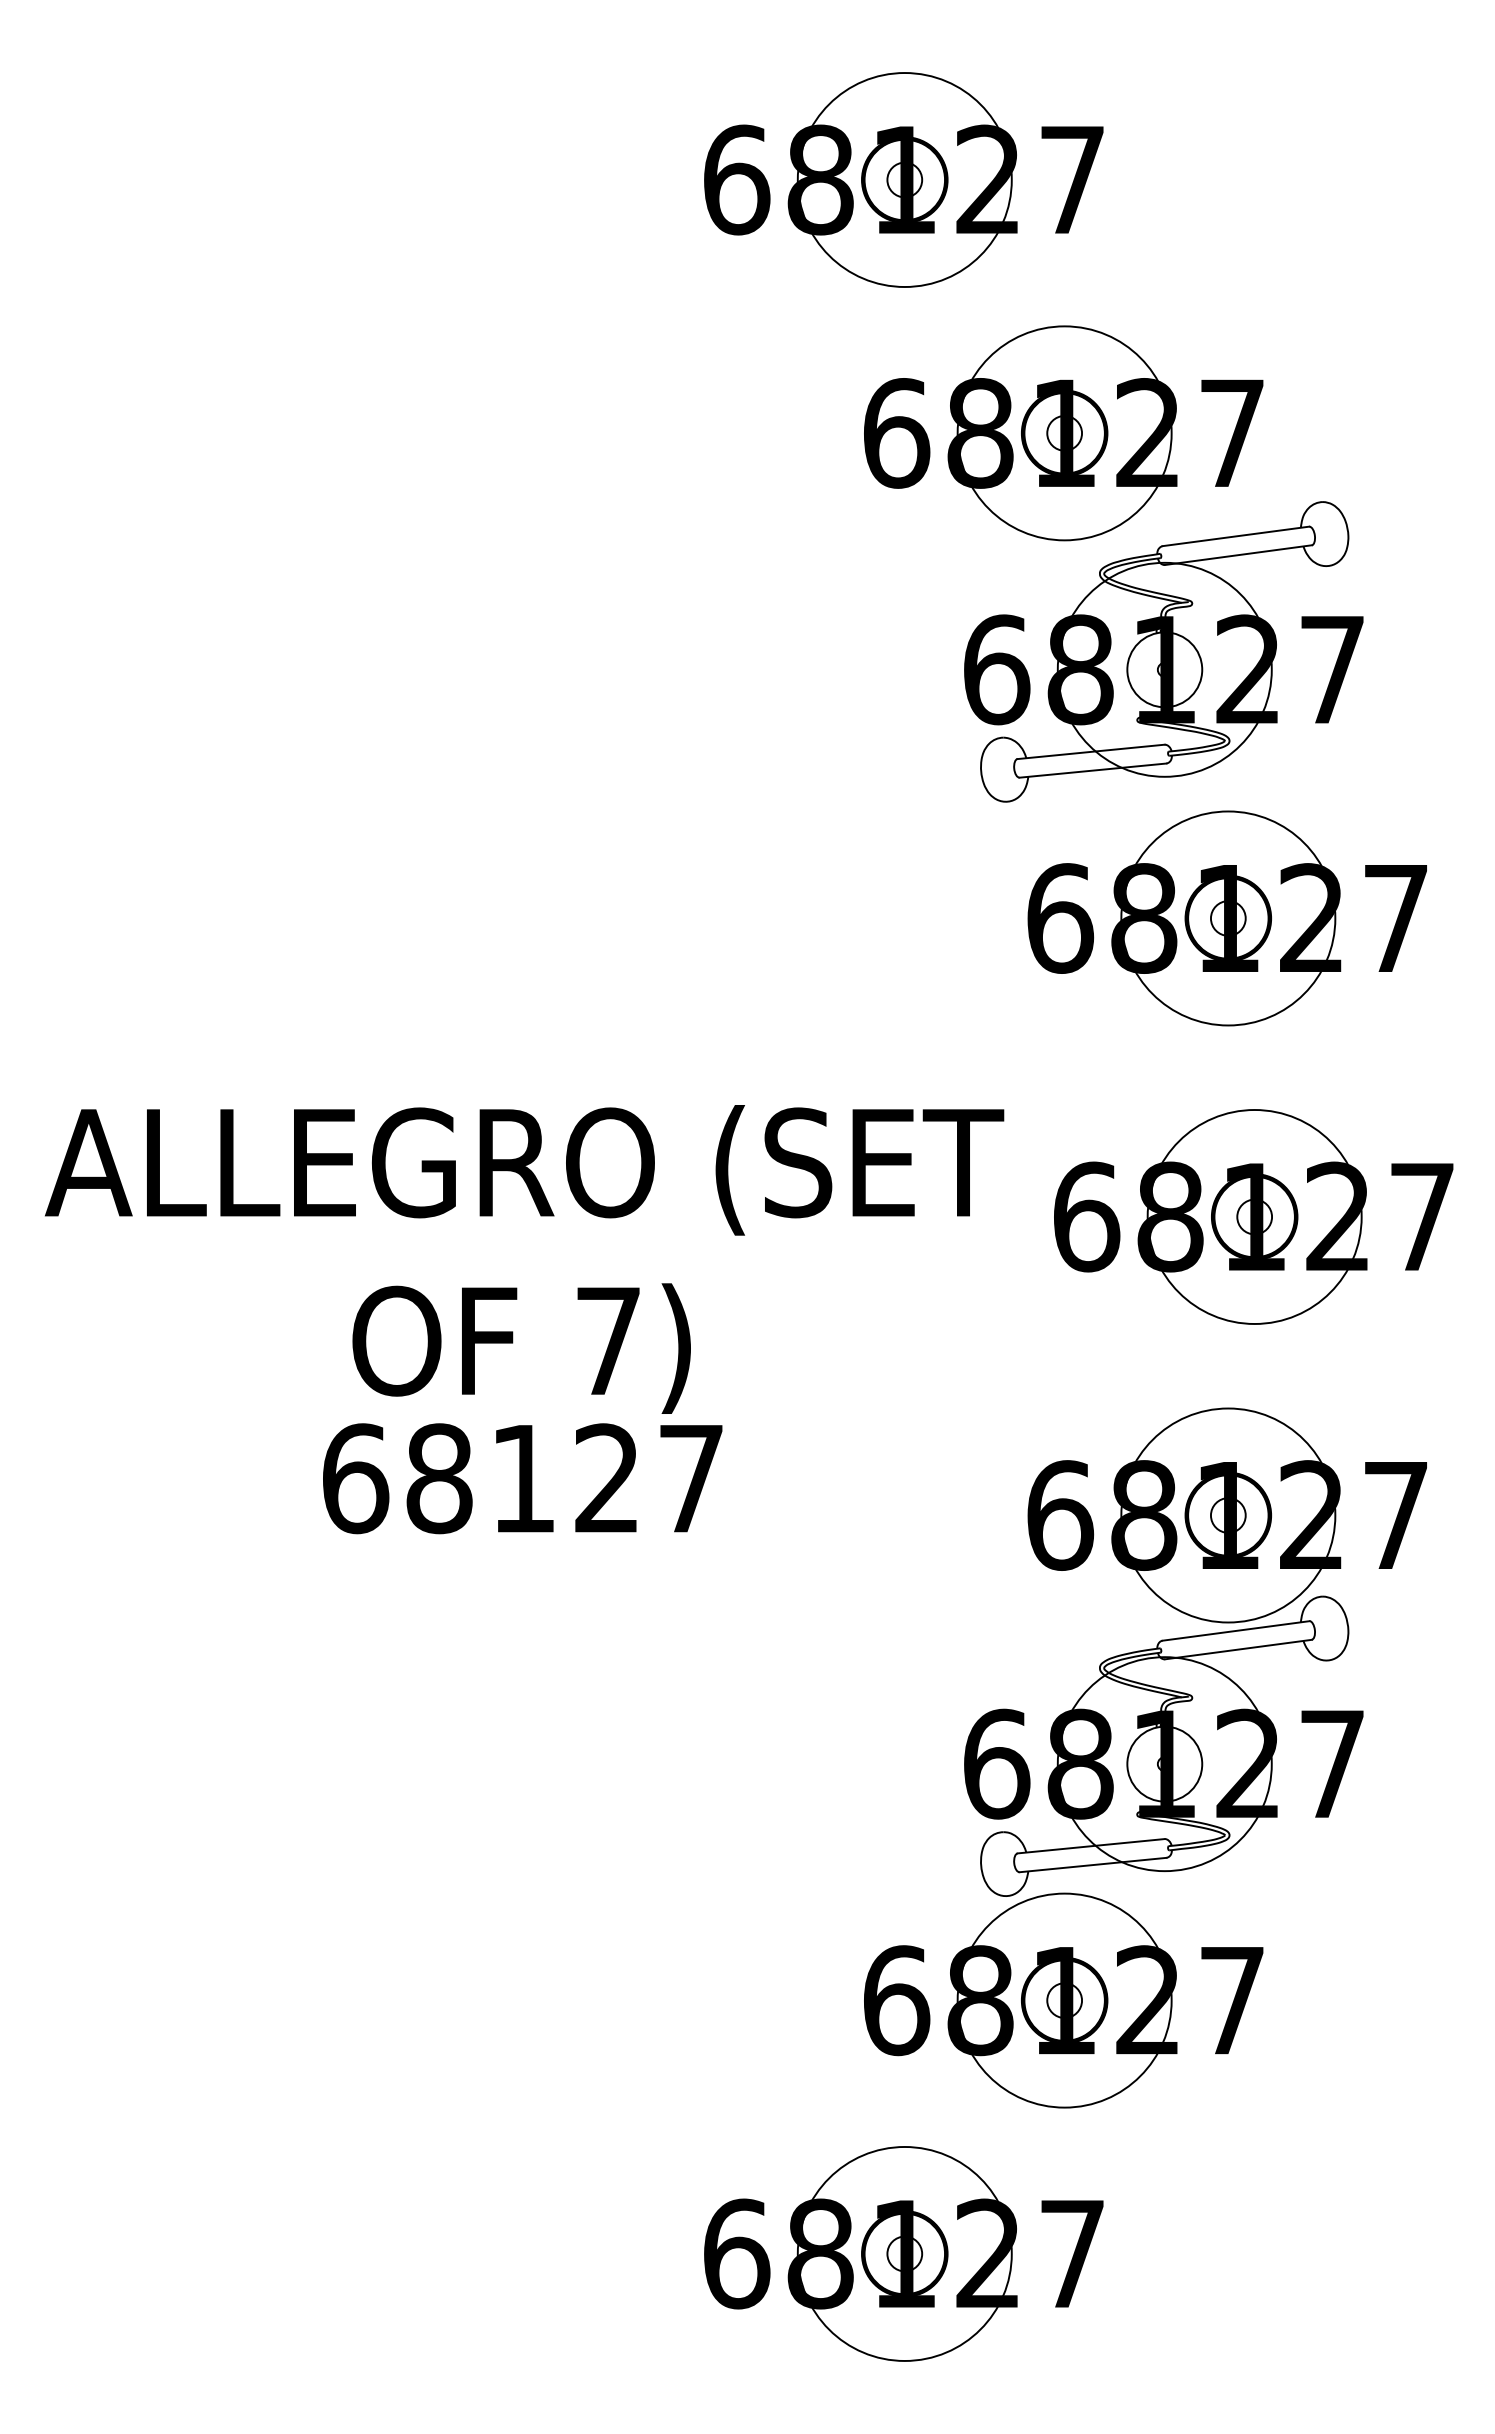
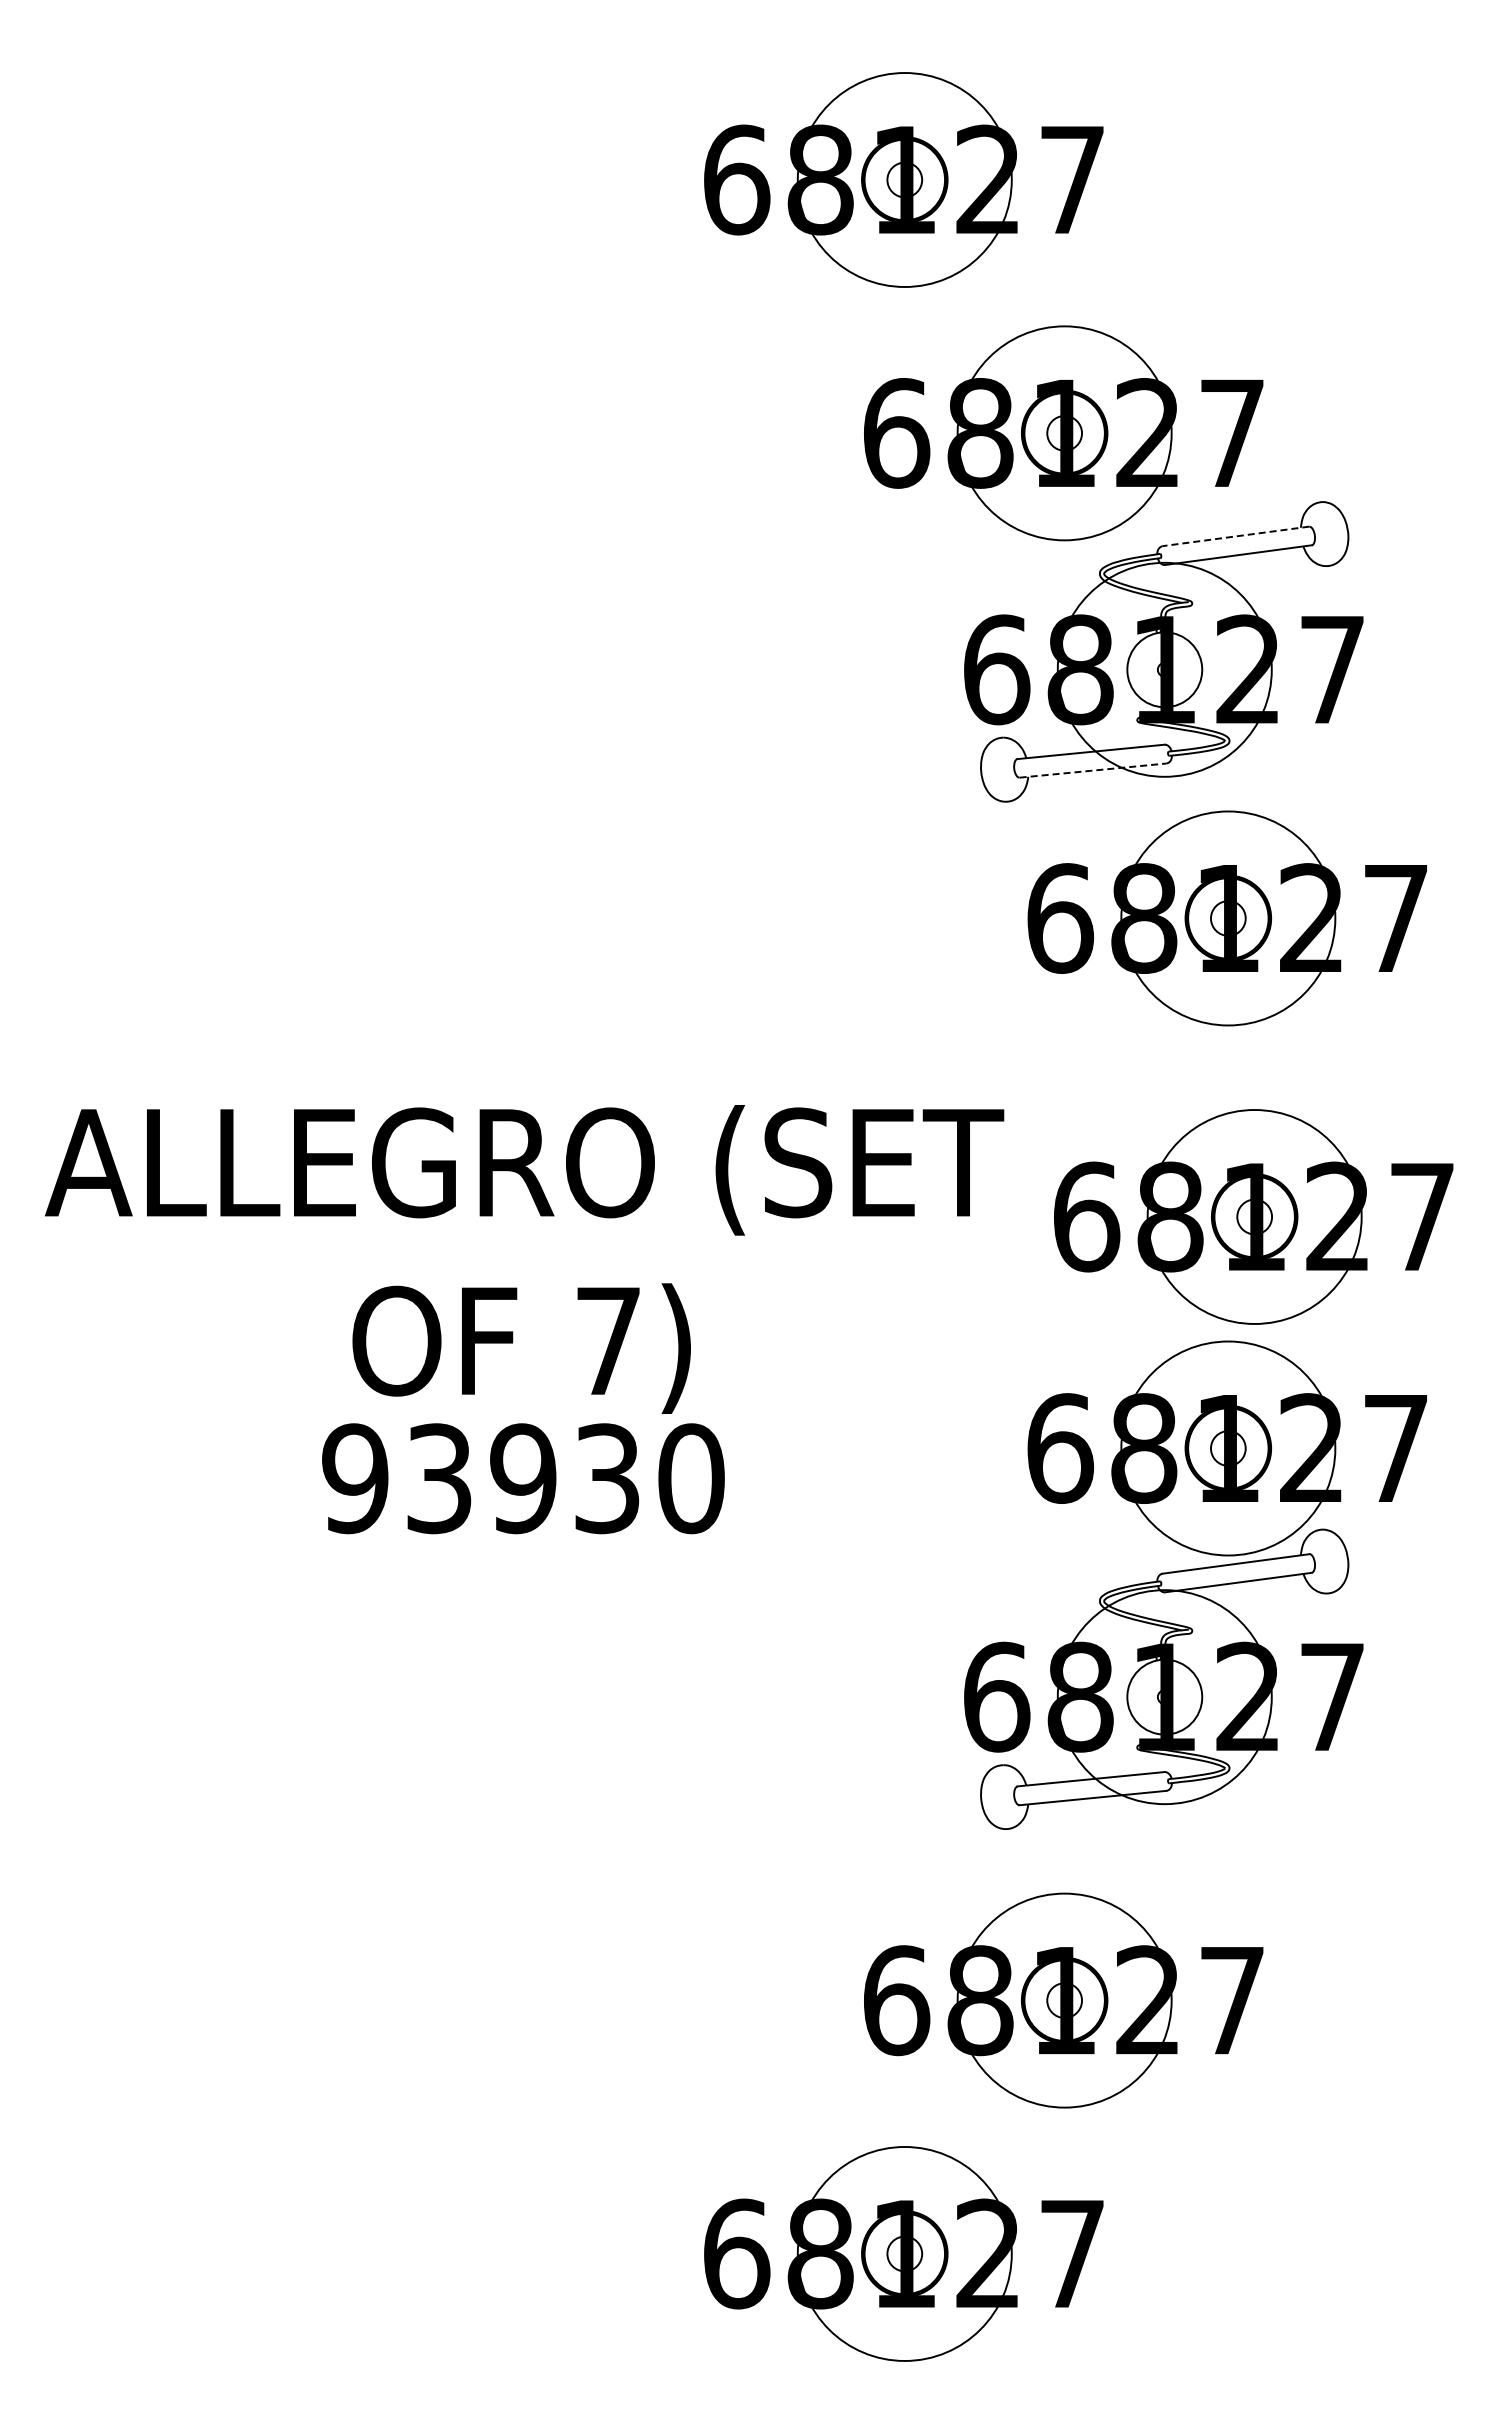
line at (1235, 536): solid -> dashed
line at (1093, 770): solid -> dashed
text at (523, 1478): 68127 -> 93930
part at (1195, 1651) position: (1195, 1651) -> (1195, 1584)
